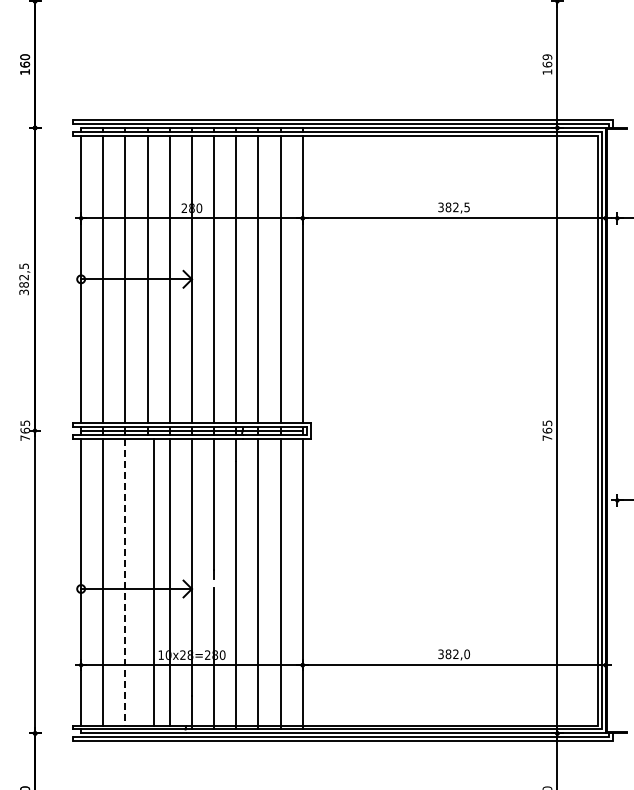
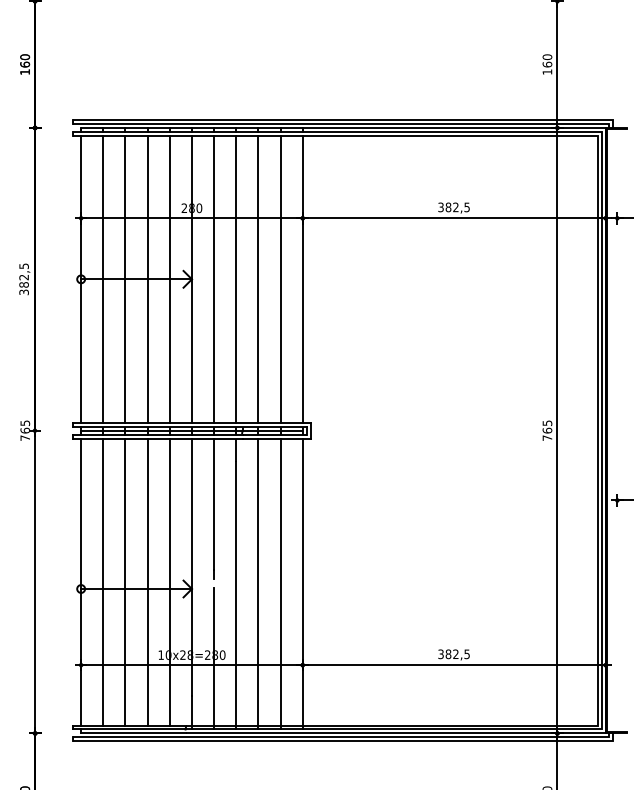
text at (547, 57): 169 -> 160
line at (153, 581) position: (153, 581) -> (147, 581)
line at (125, 582): dashed -> solid
text at (467, 654): 382,0 -> 382,5
